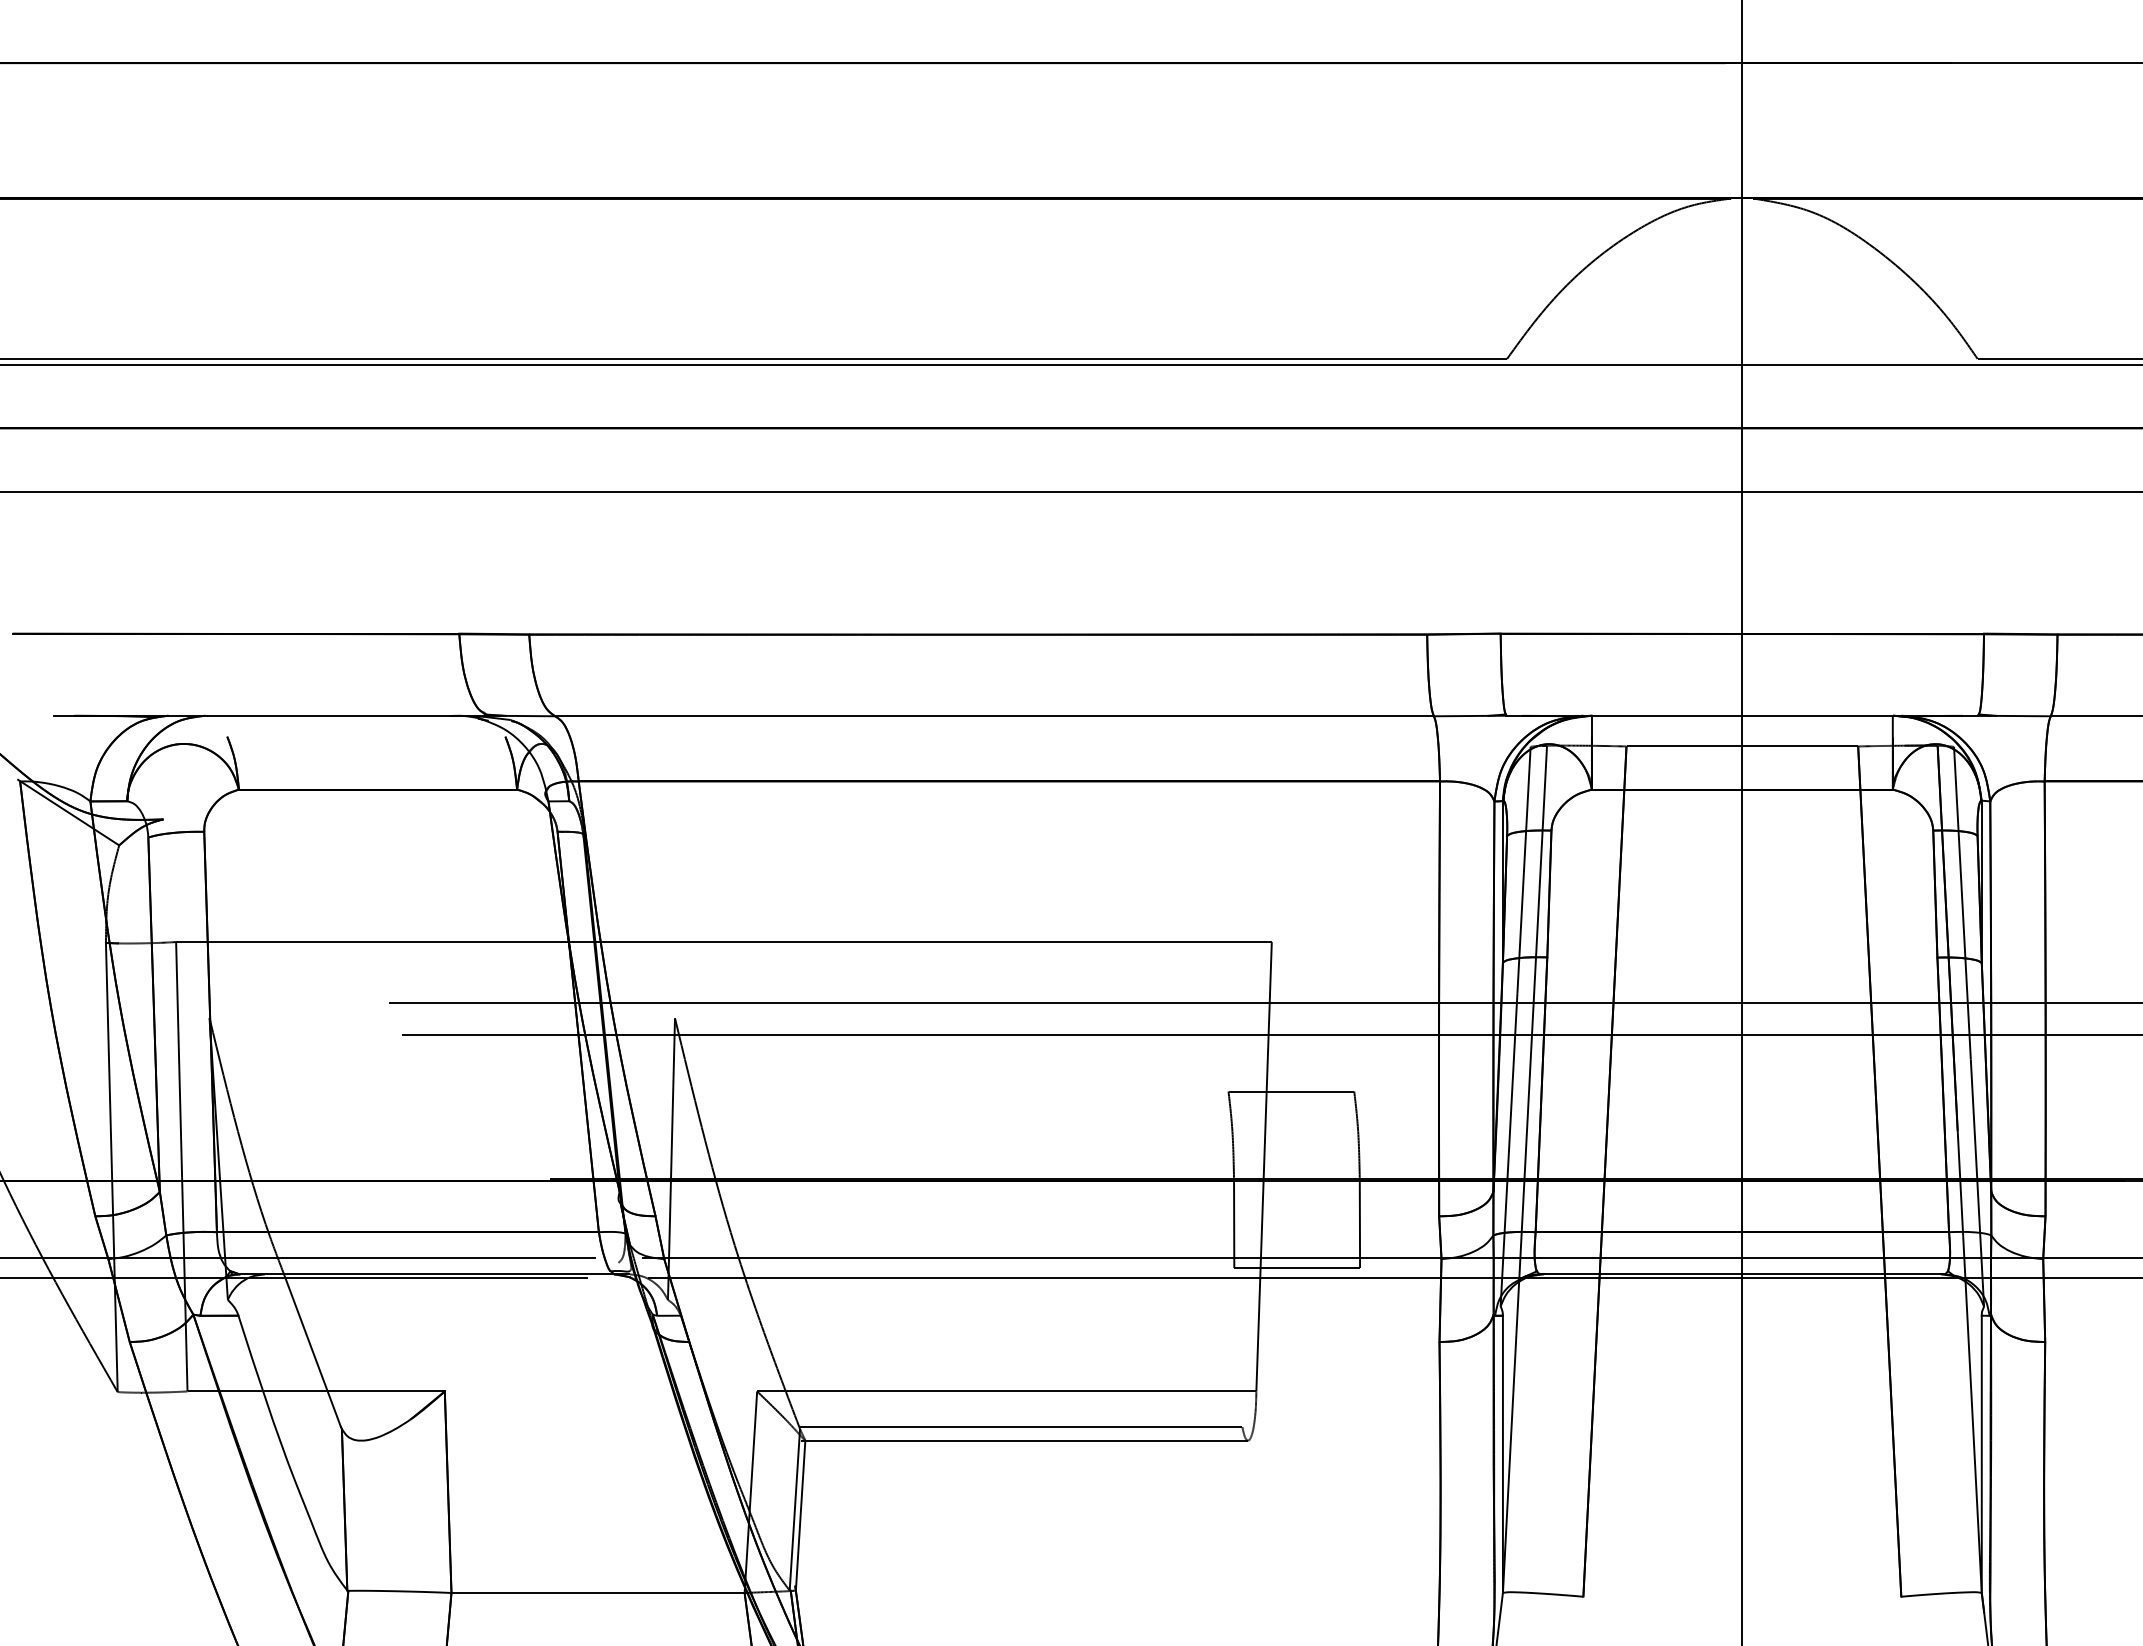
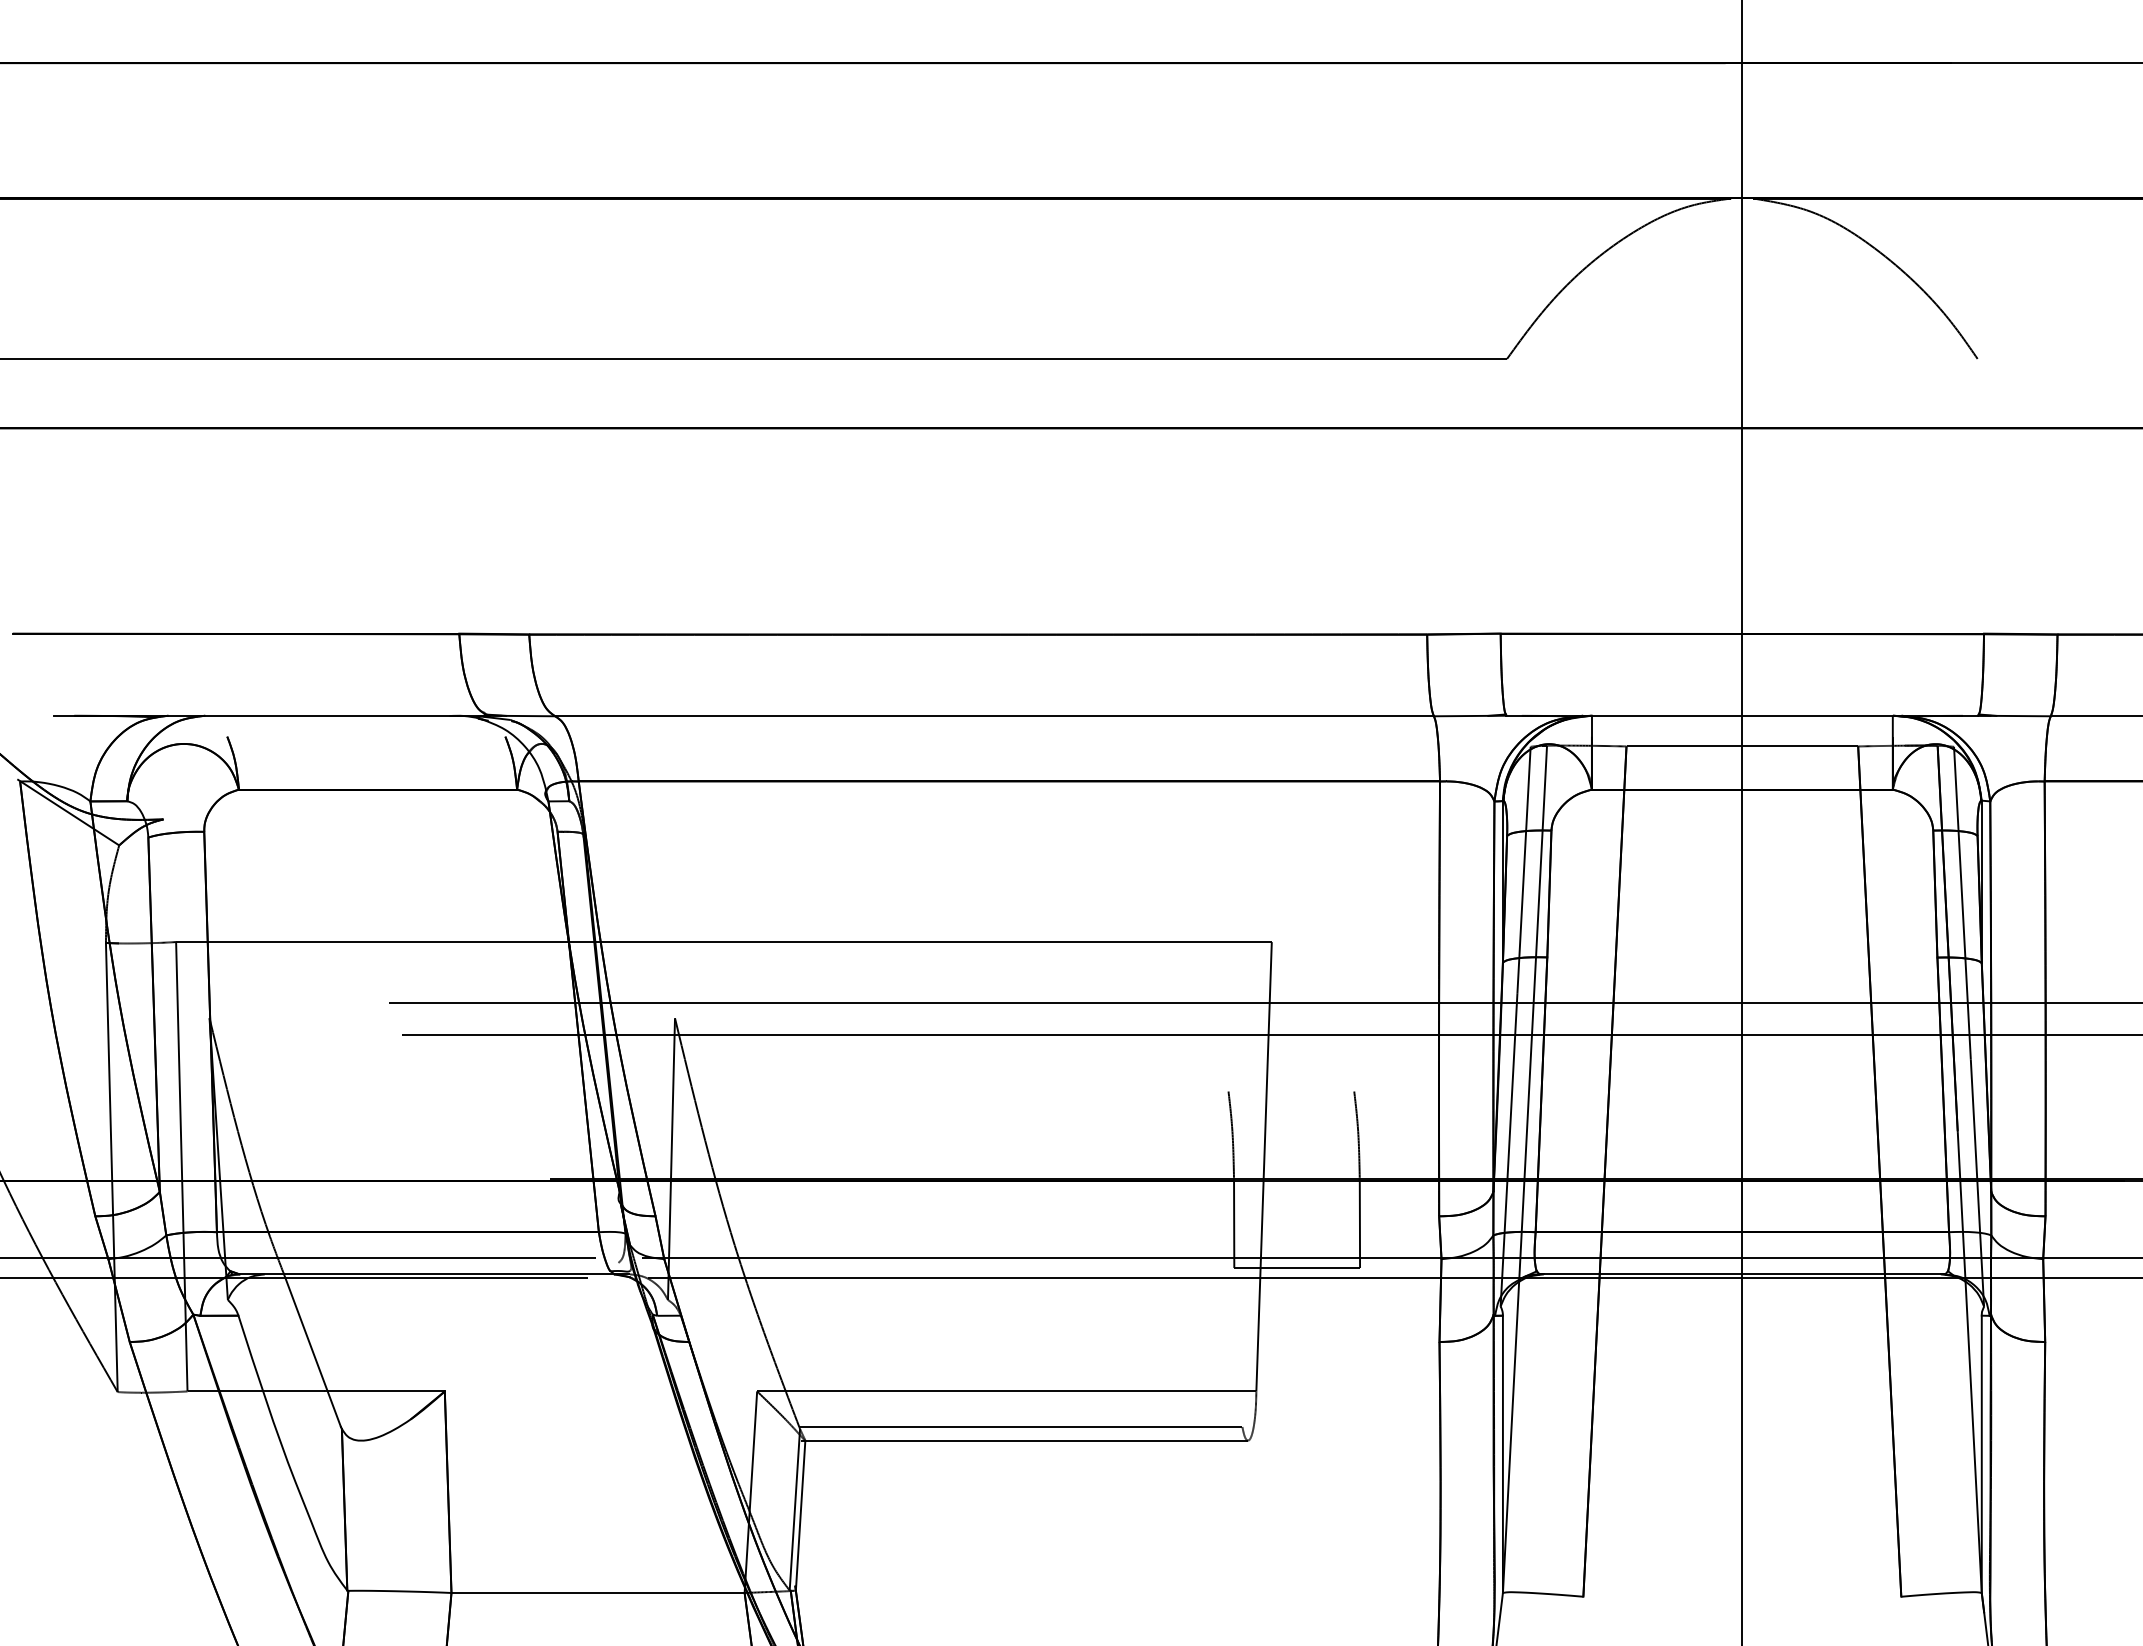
line at (2058, 358): present -> none
line at (1070, 364): present -> none
line at (1070, 492): present -> none
line at (1291, 1091): present -> none
